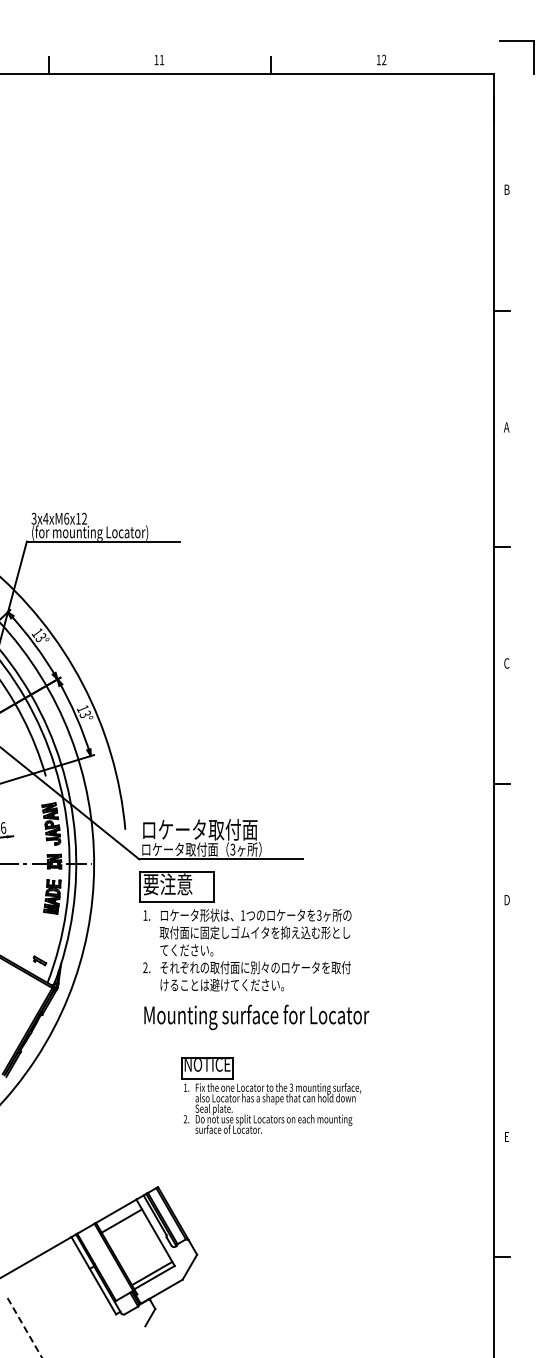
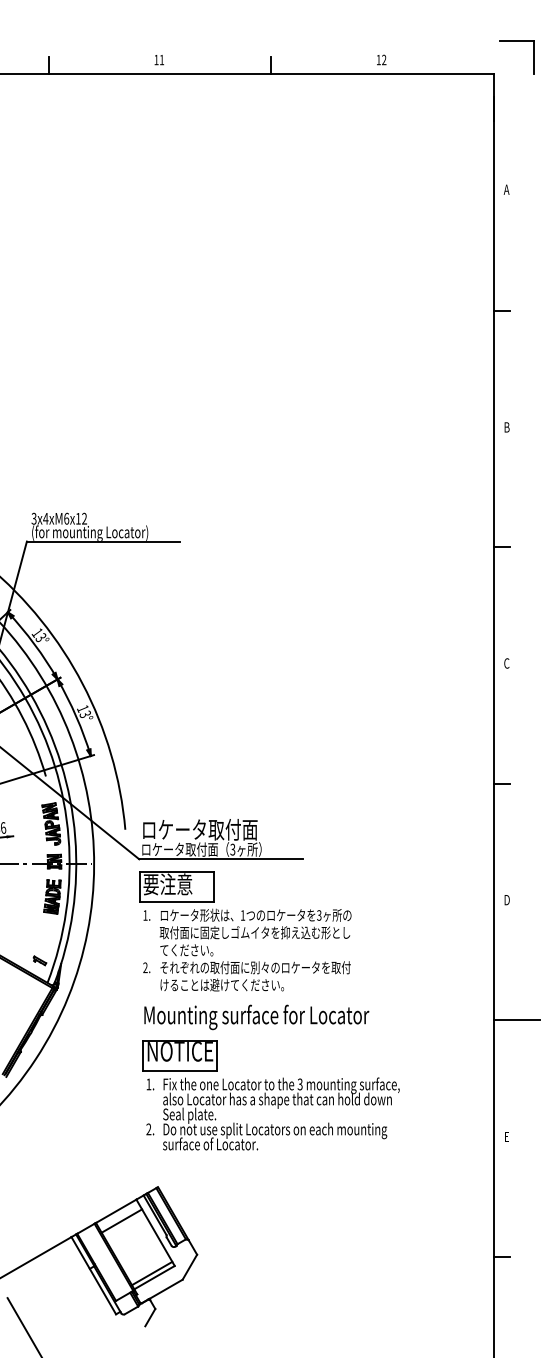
text at (506, 189): B -> A
text at (506, 427): A -> B
line at (516, 1020): none -> present
part at (271, 1095) size: 181x77 px -> 258x111 px
line at (24, 1328): dashed -> solid
